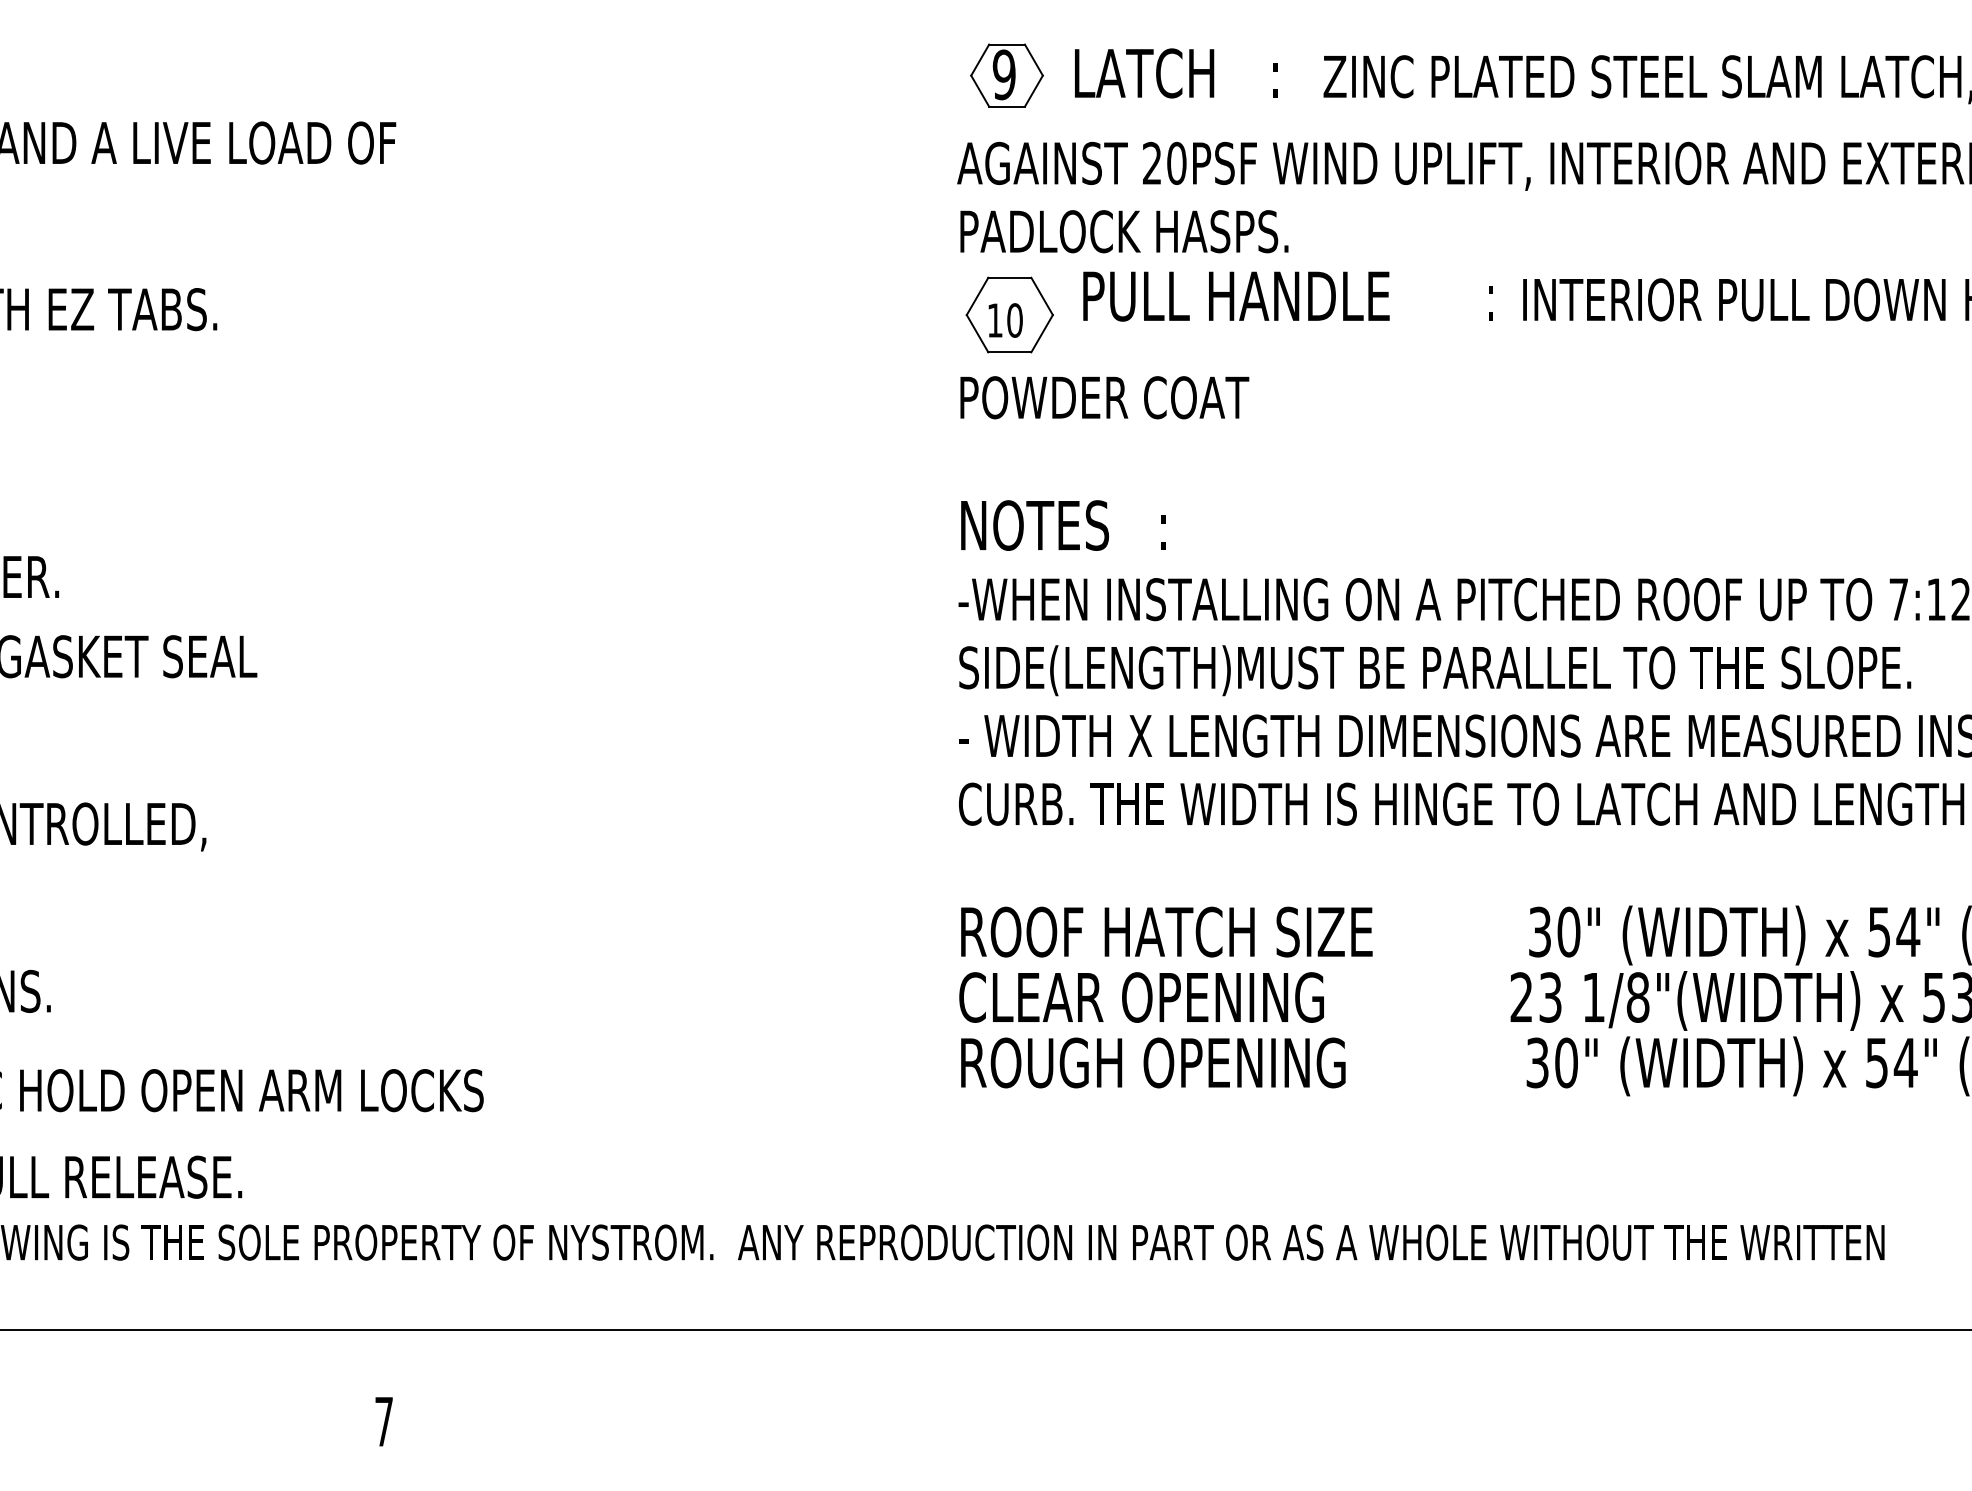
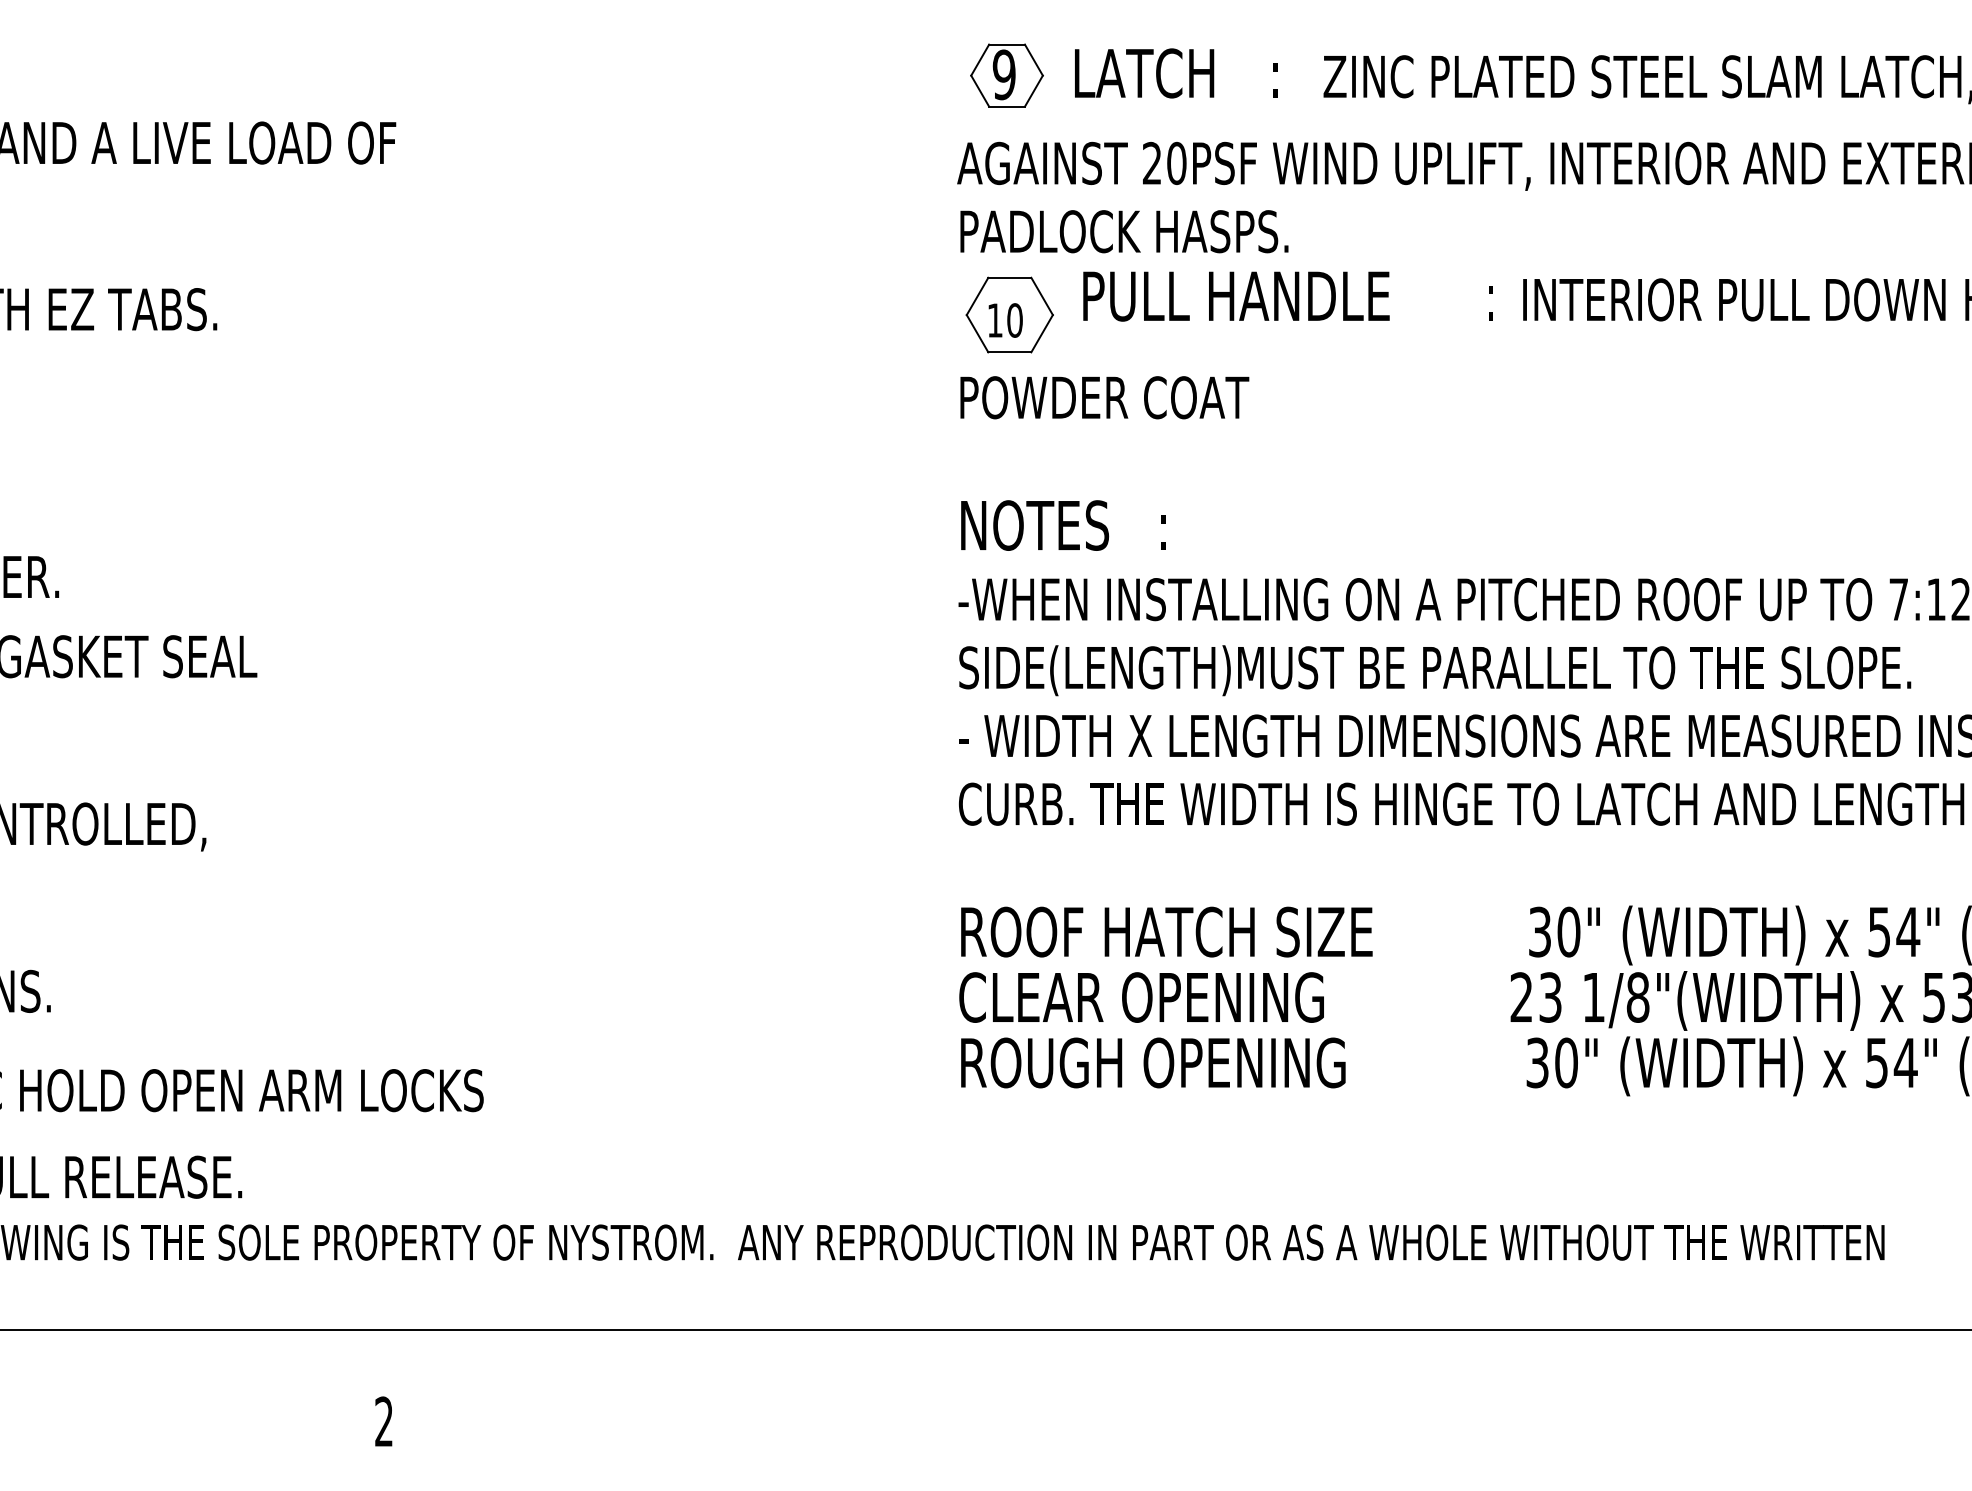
text at (383, 1421): 7 -> 2
